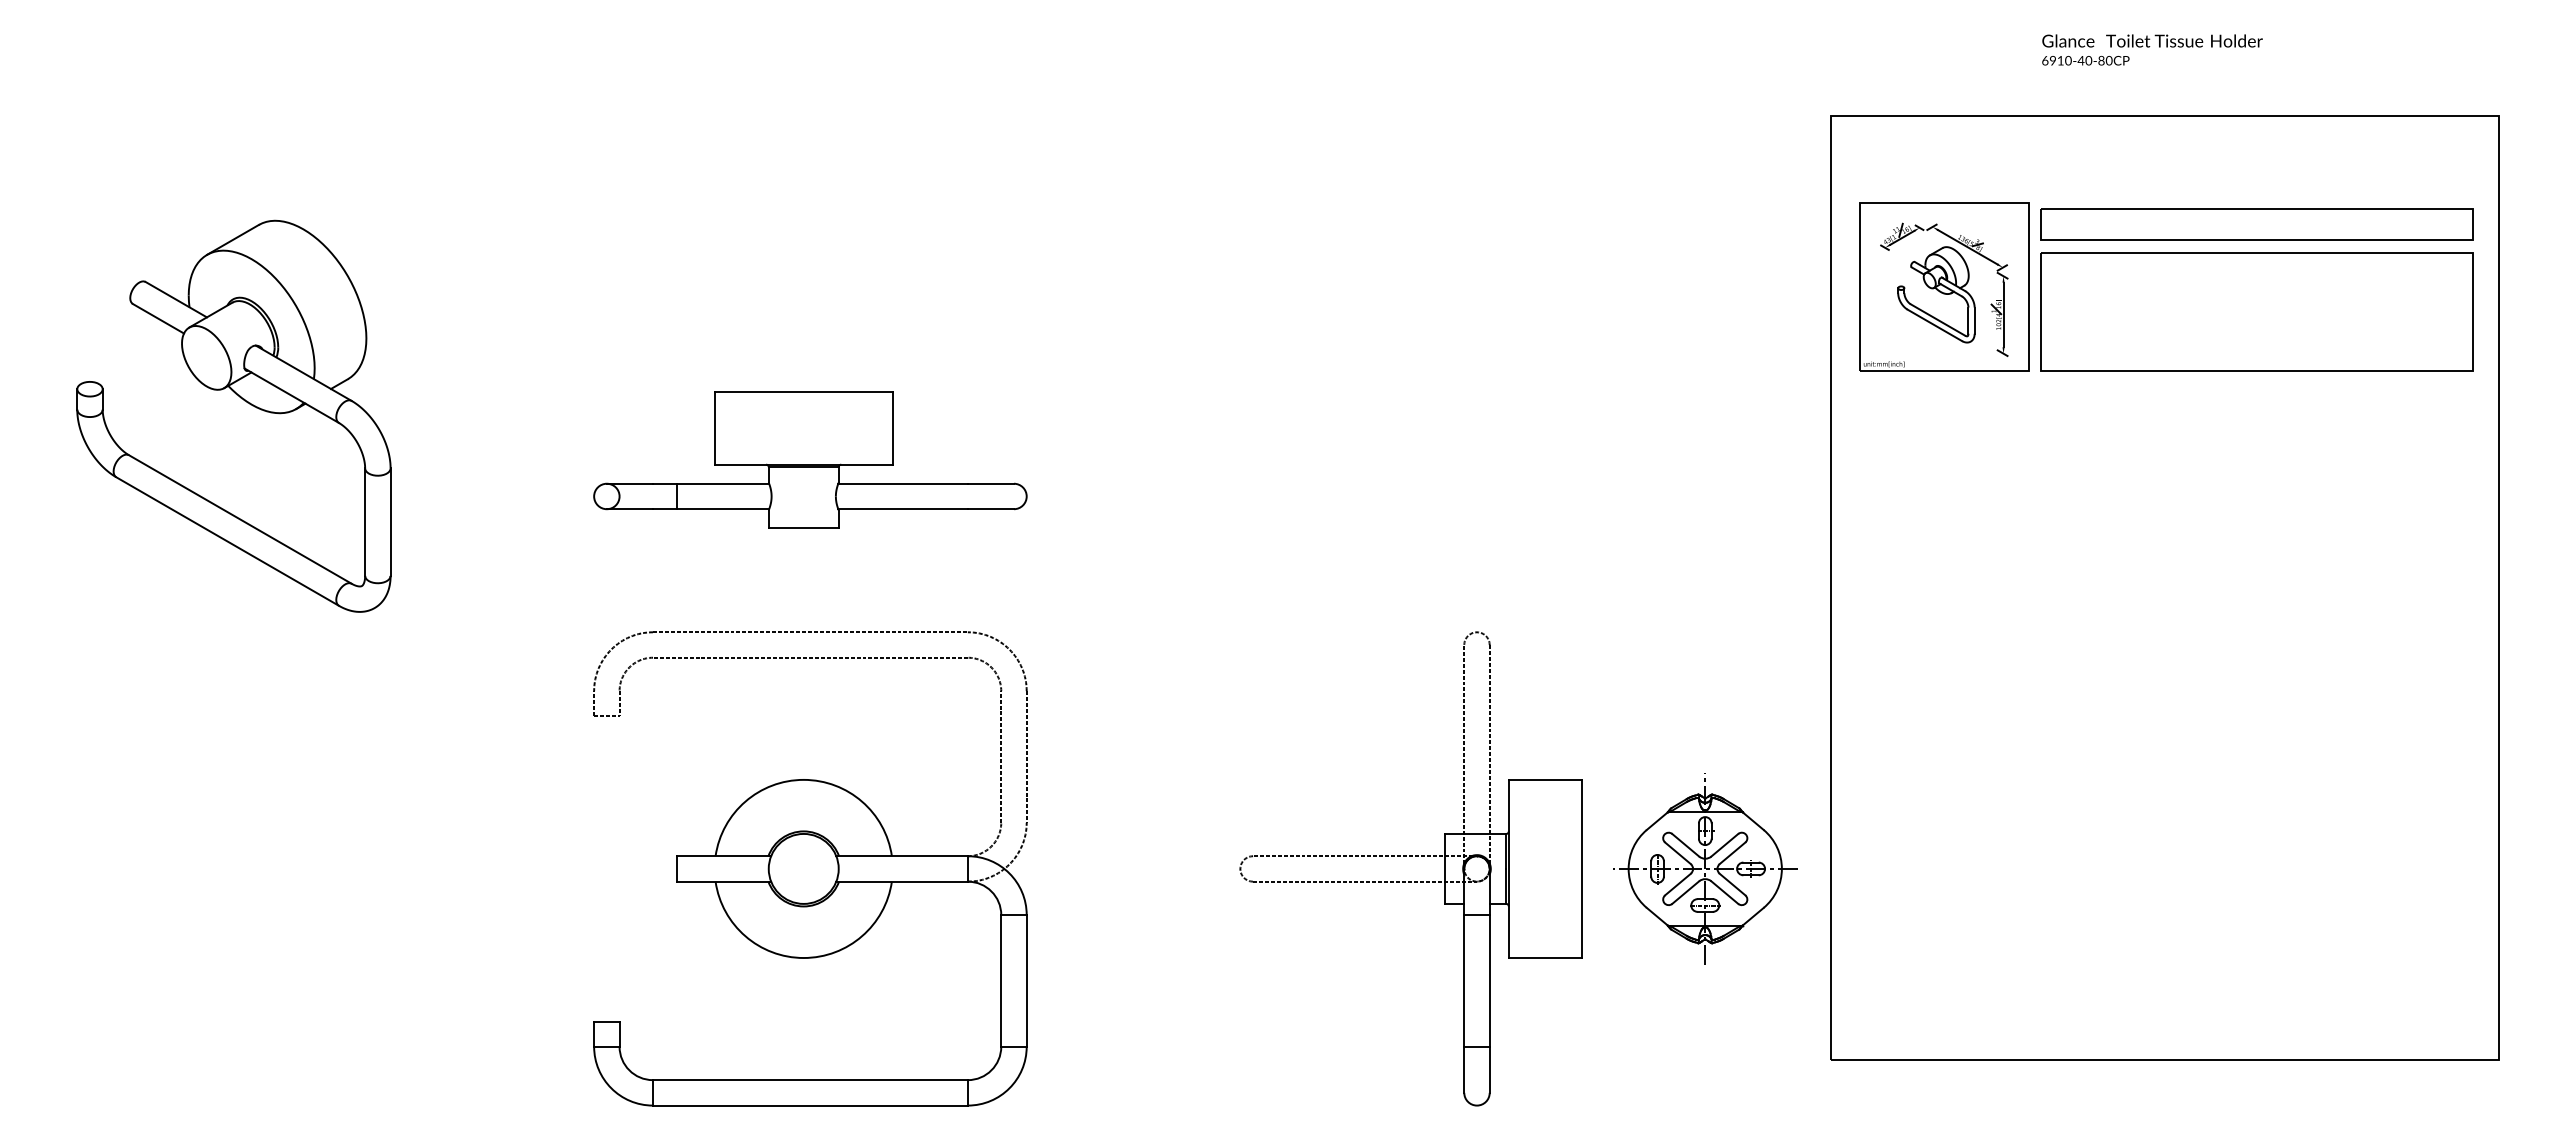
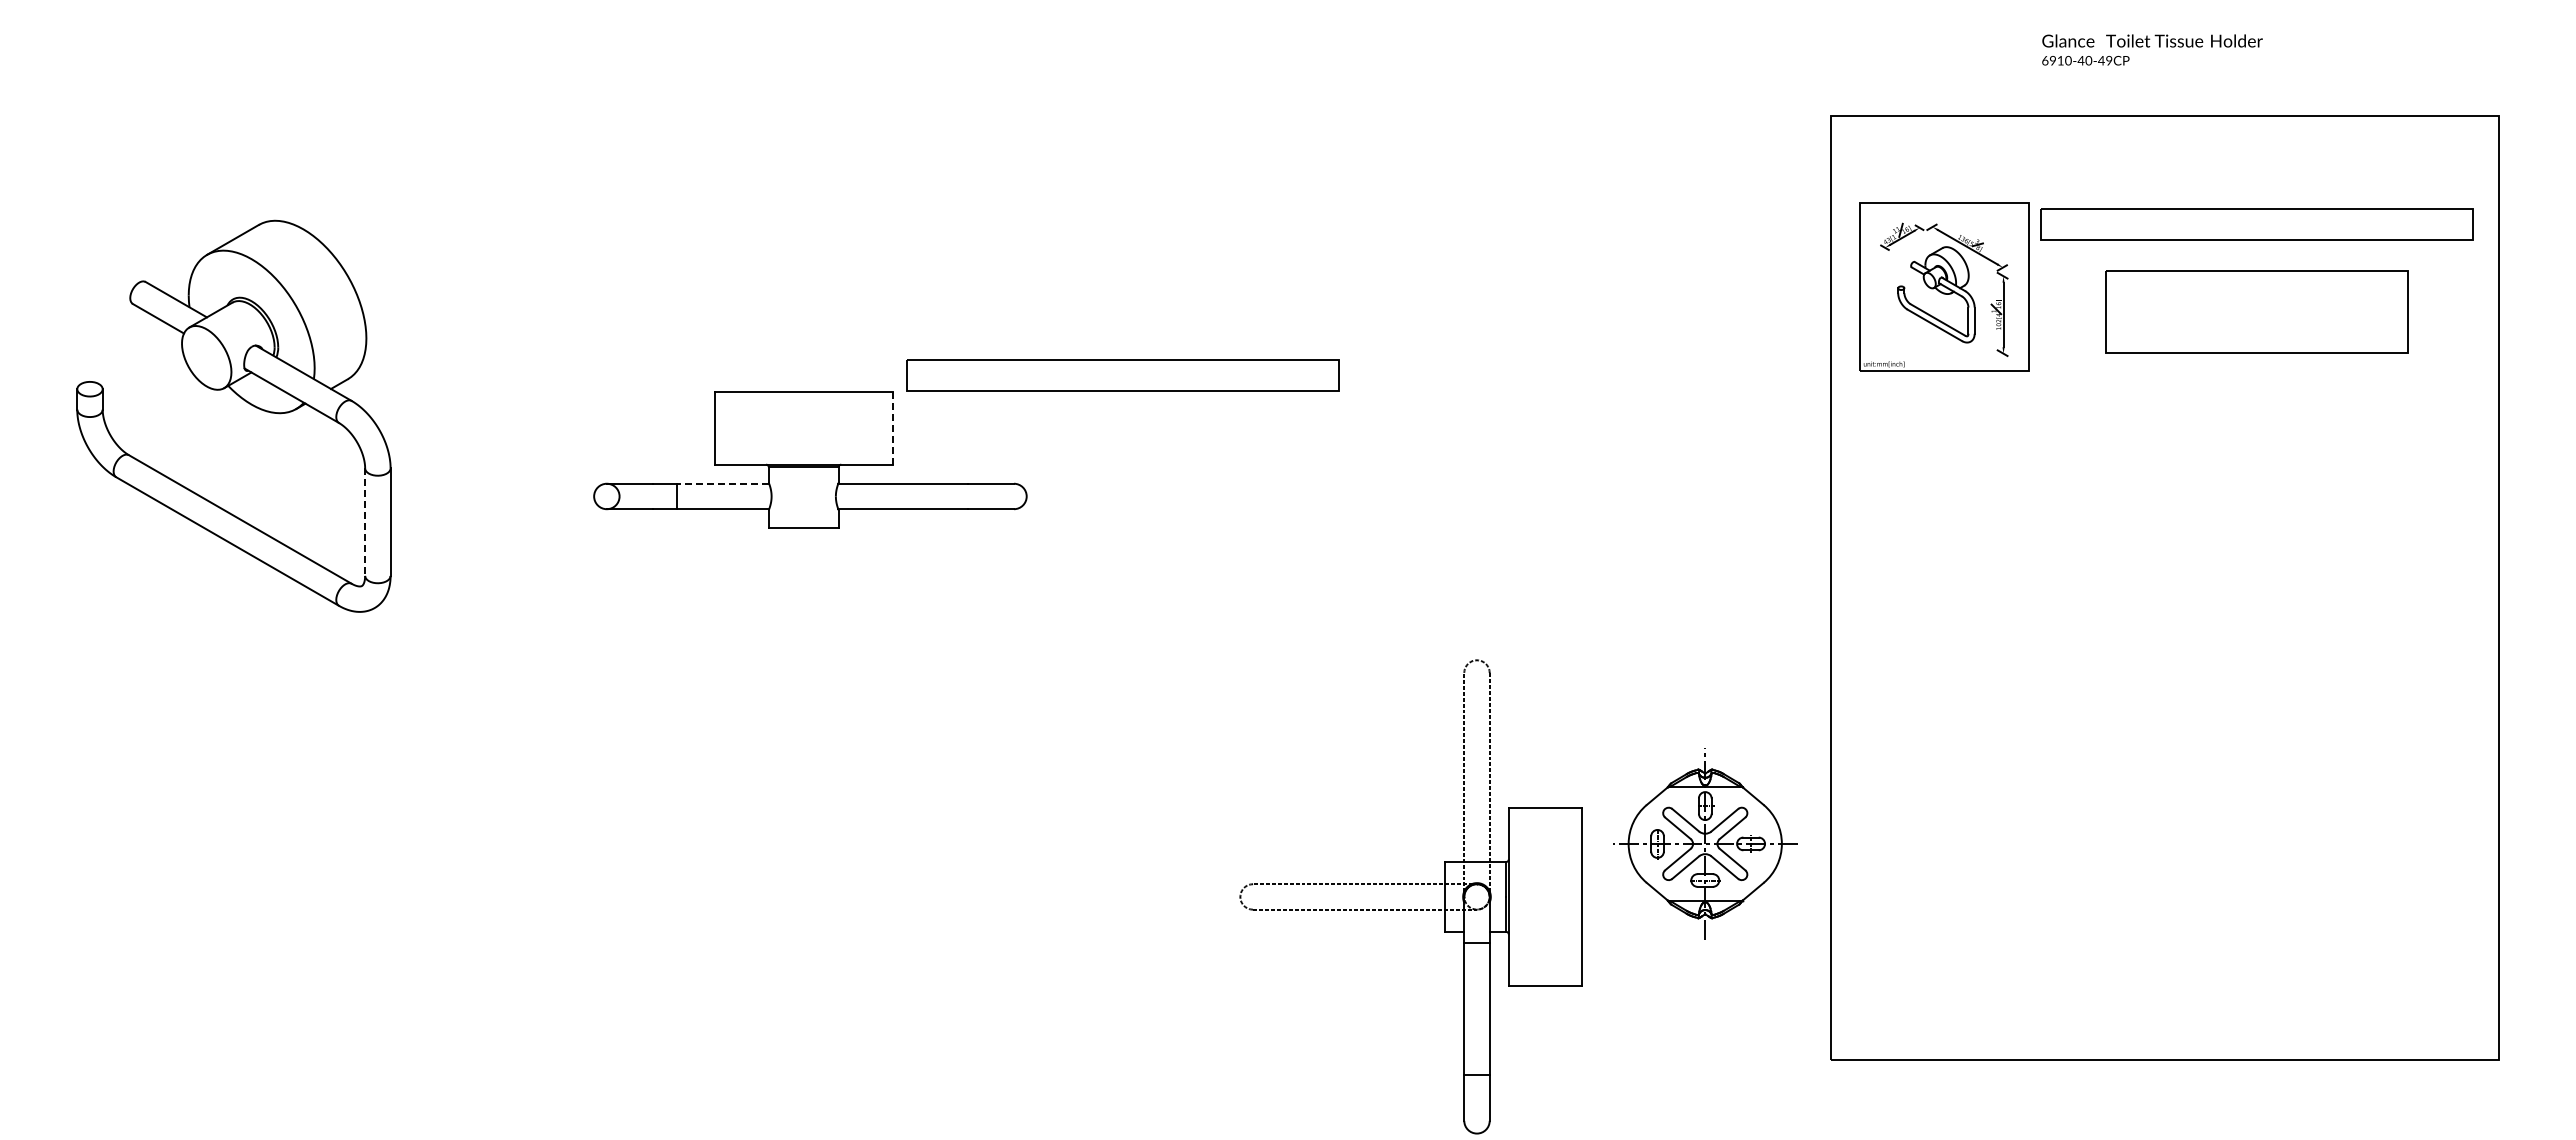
text at (2105, 60): 6910-40-80CP -> 6910-40-49CP
part at (2256, 311) size: 434x120 px -> 304x84 px
part at (1122, 375): none -> present
line at (892, 428): solid -> dashed
line at (722, 483): solid -> dashed
line at (365, 522): solid -> dashed
part at (1410, 856) position: (1410, 856) -> (1410, 884)
part at (810, 868): present -> none
part at (1705, 868) position: (1705, 868) -> (1705, 843)
